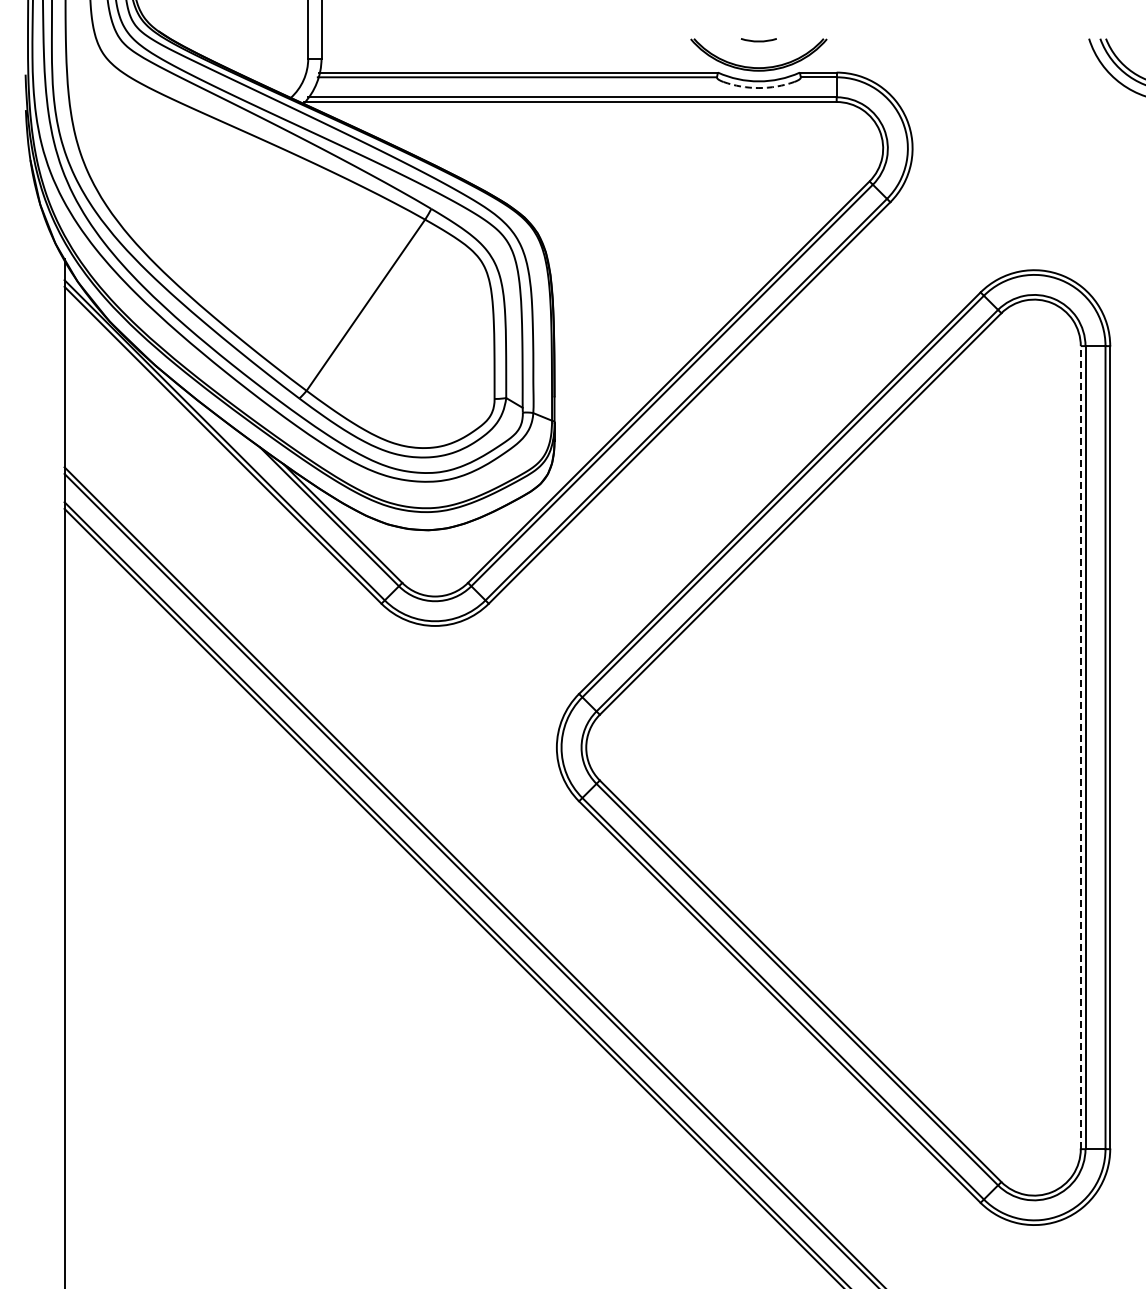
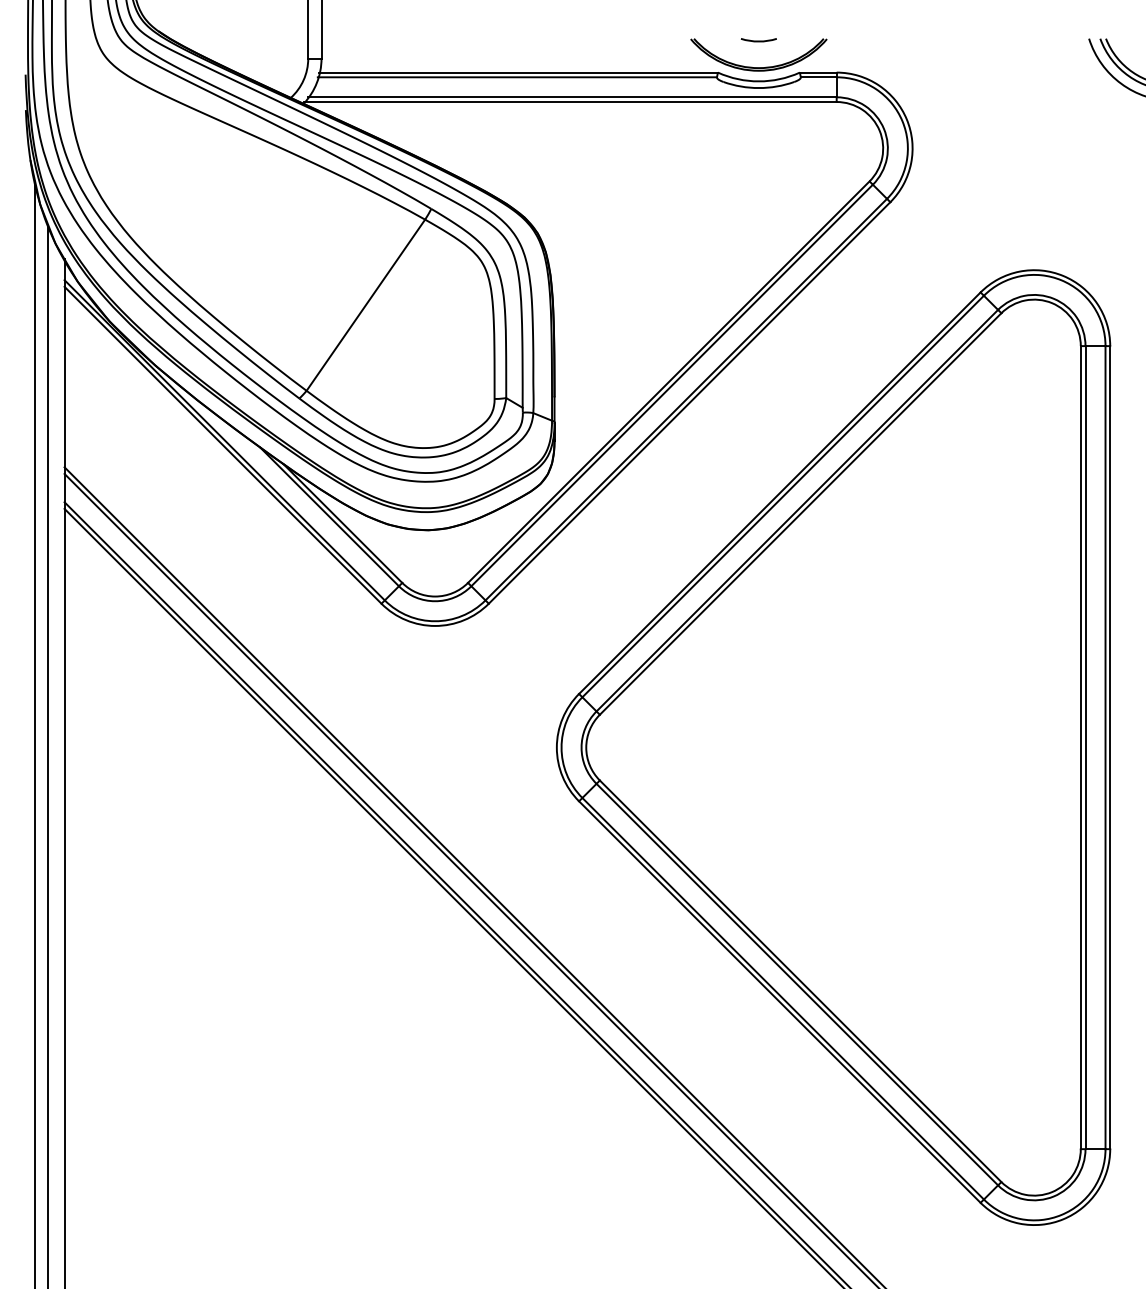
arc at (758, 88): dashed -> solid
line at (34, 733): none -> present
line at (1080, 747): dashed -> solid
line at (47, 755): none -> present
